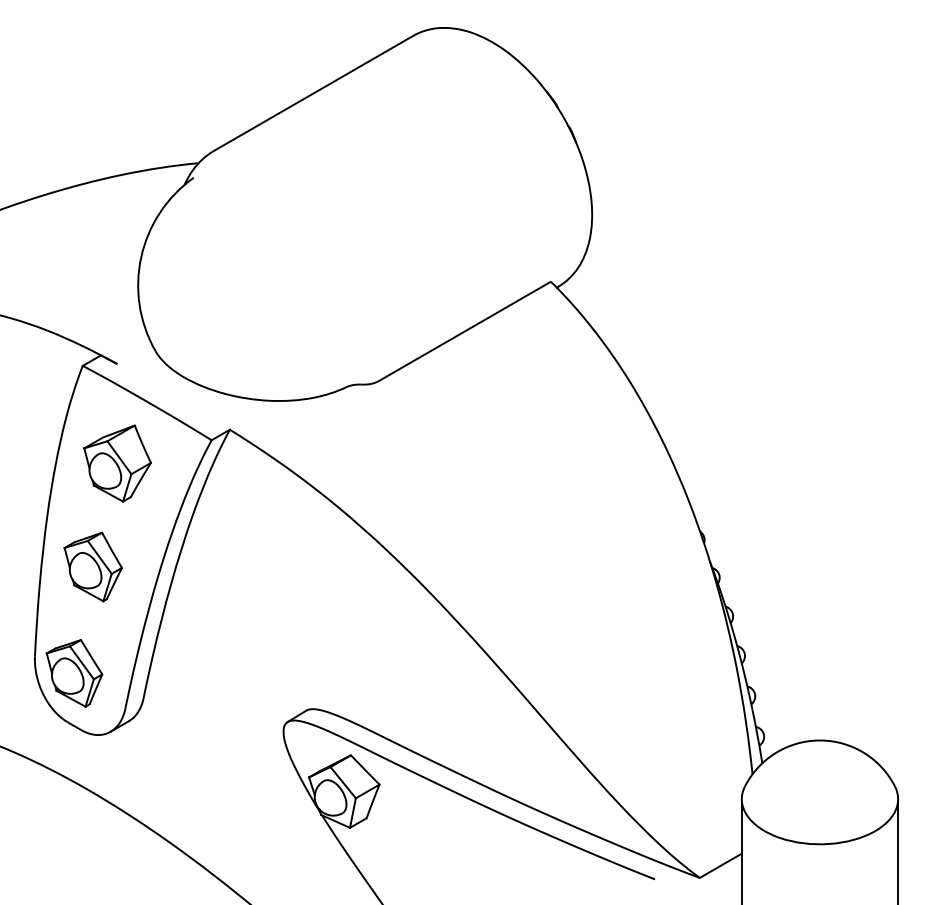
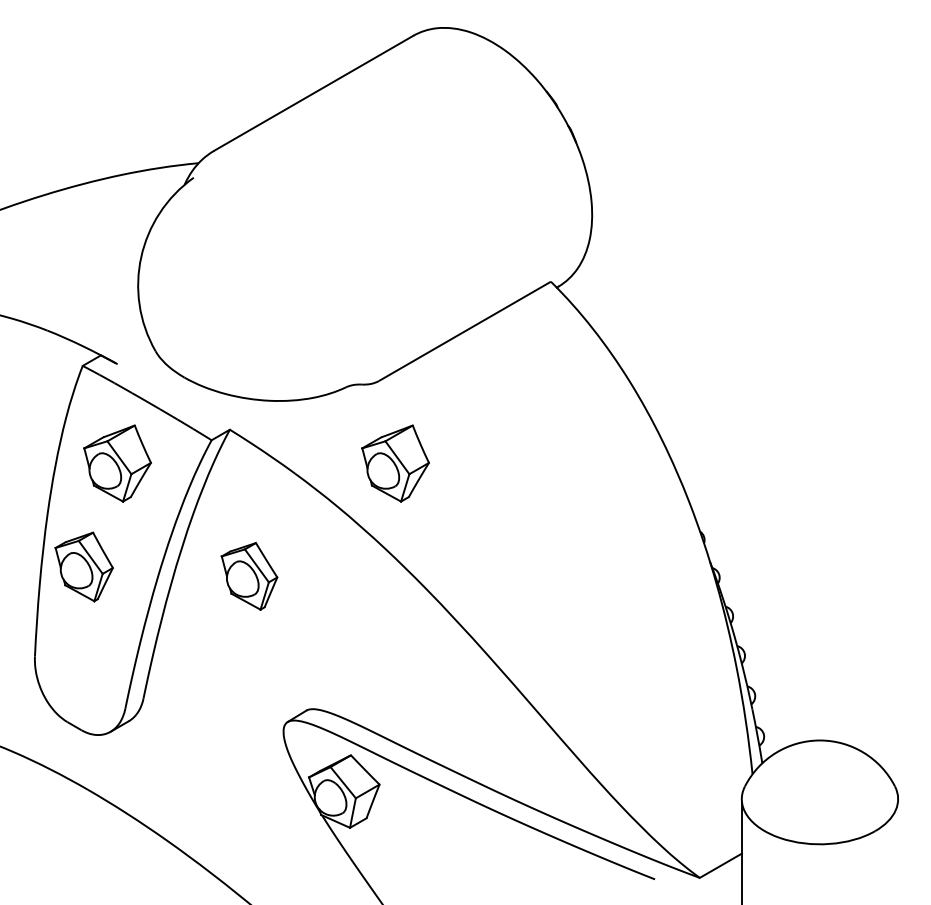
part at (395, 463): none -> present
part at (92, 566) position: (92, 566) -> (83, 566)
part at (74, 673) position: (74, 673) -> (249, 576)
line at (898, 851): present -> none
